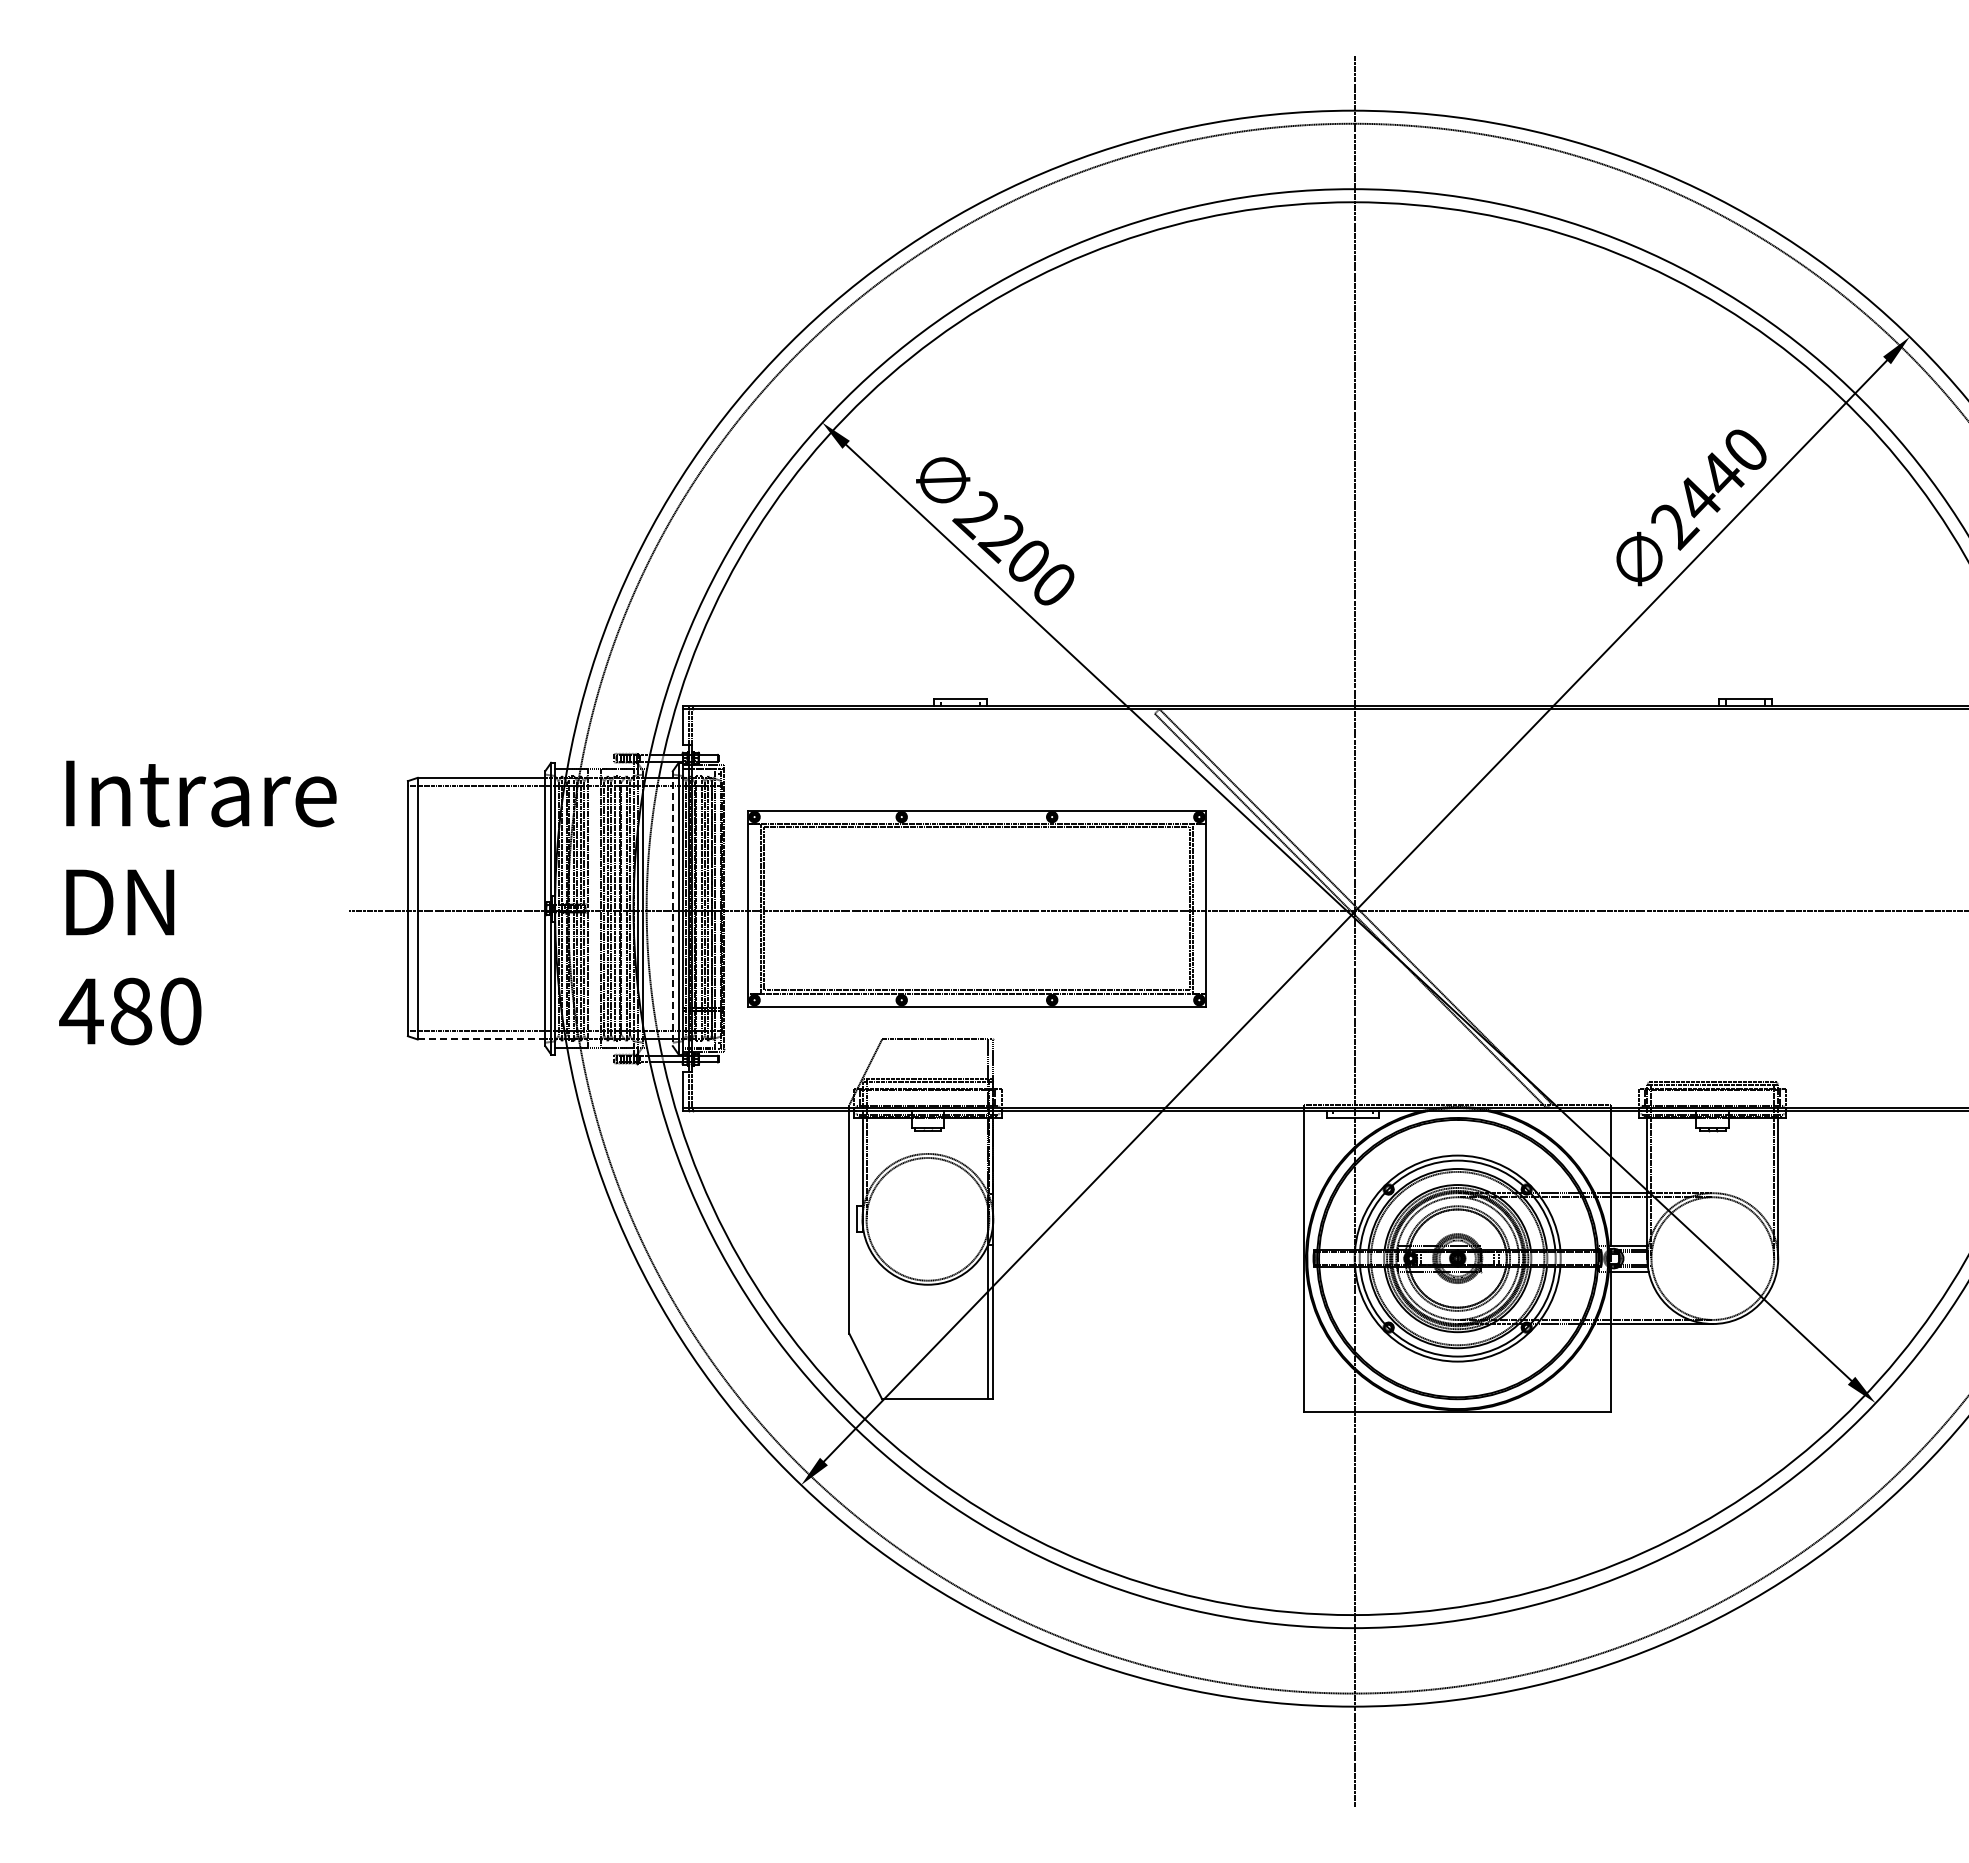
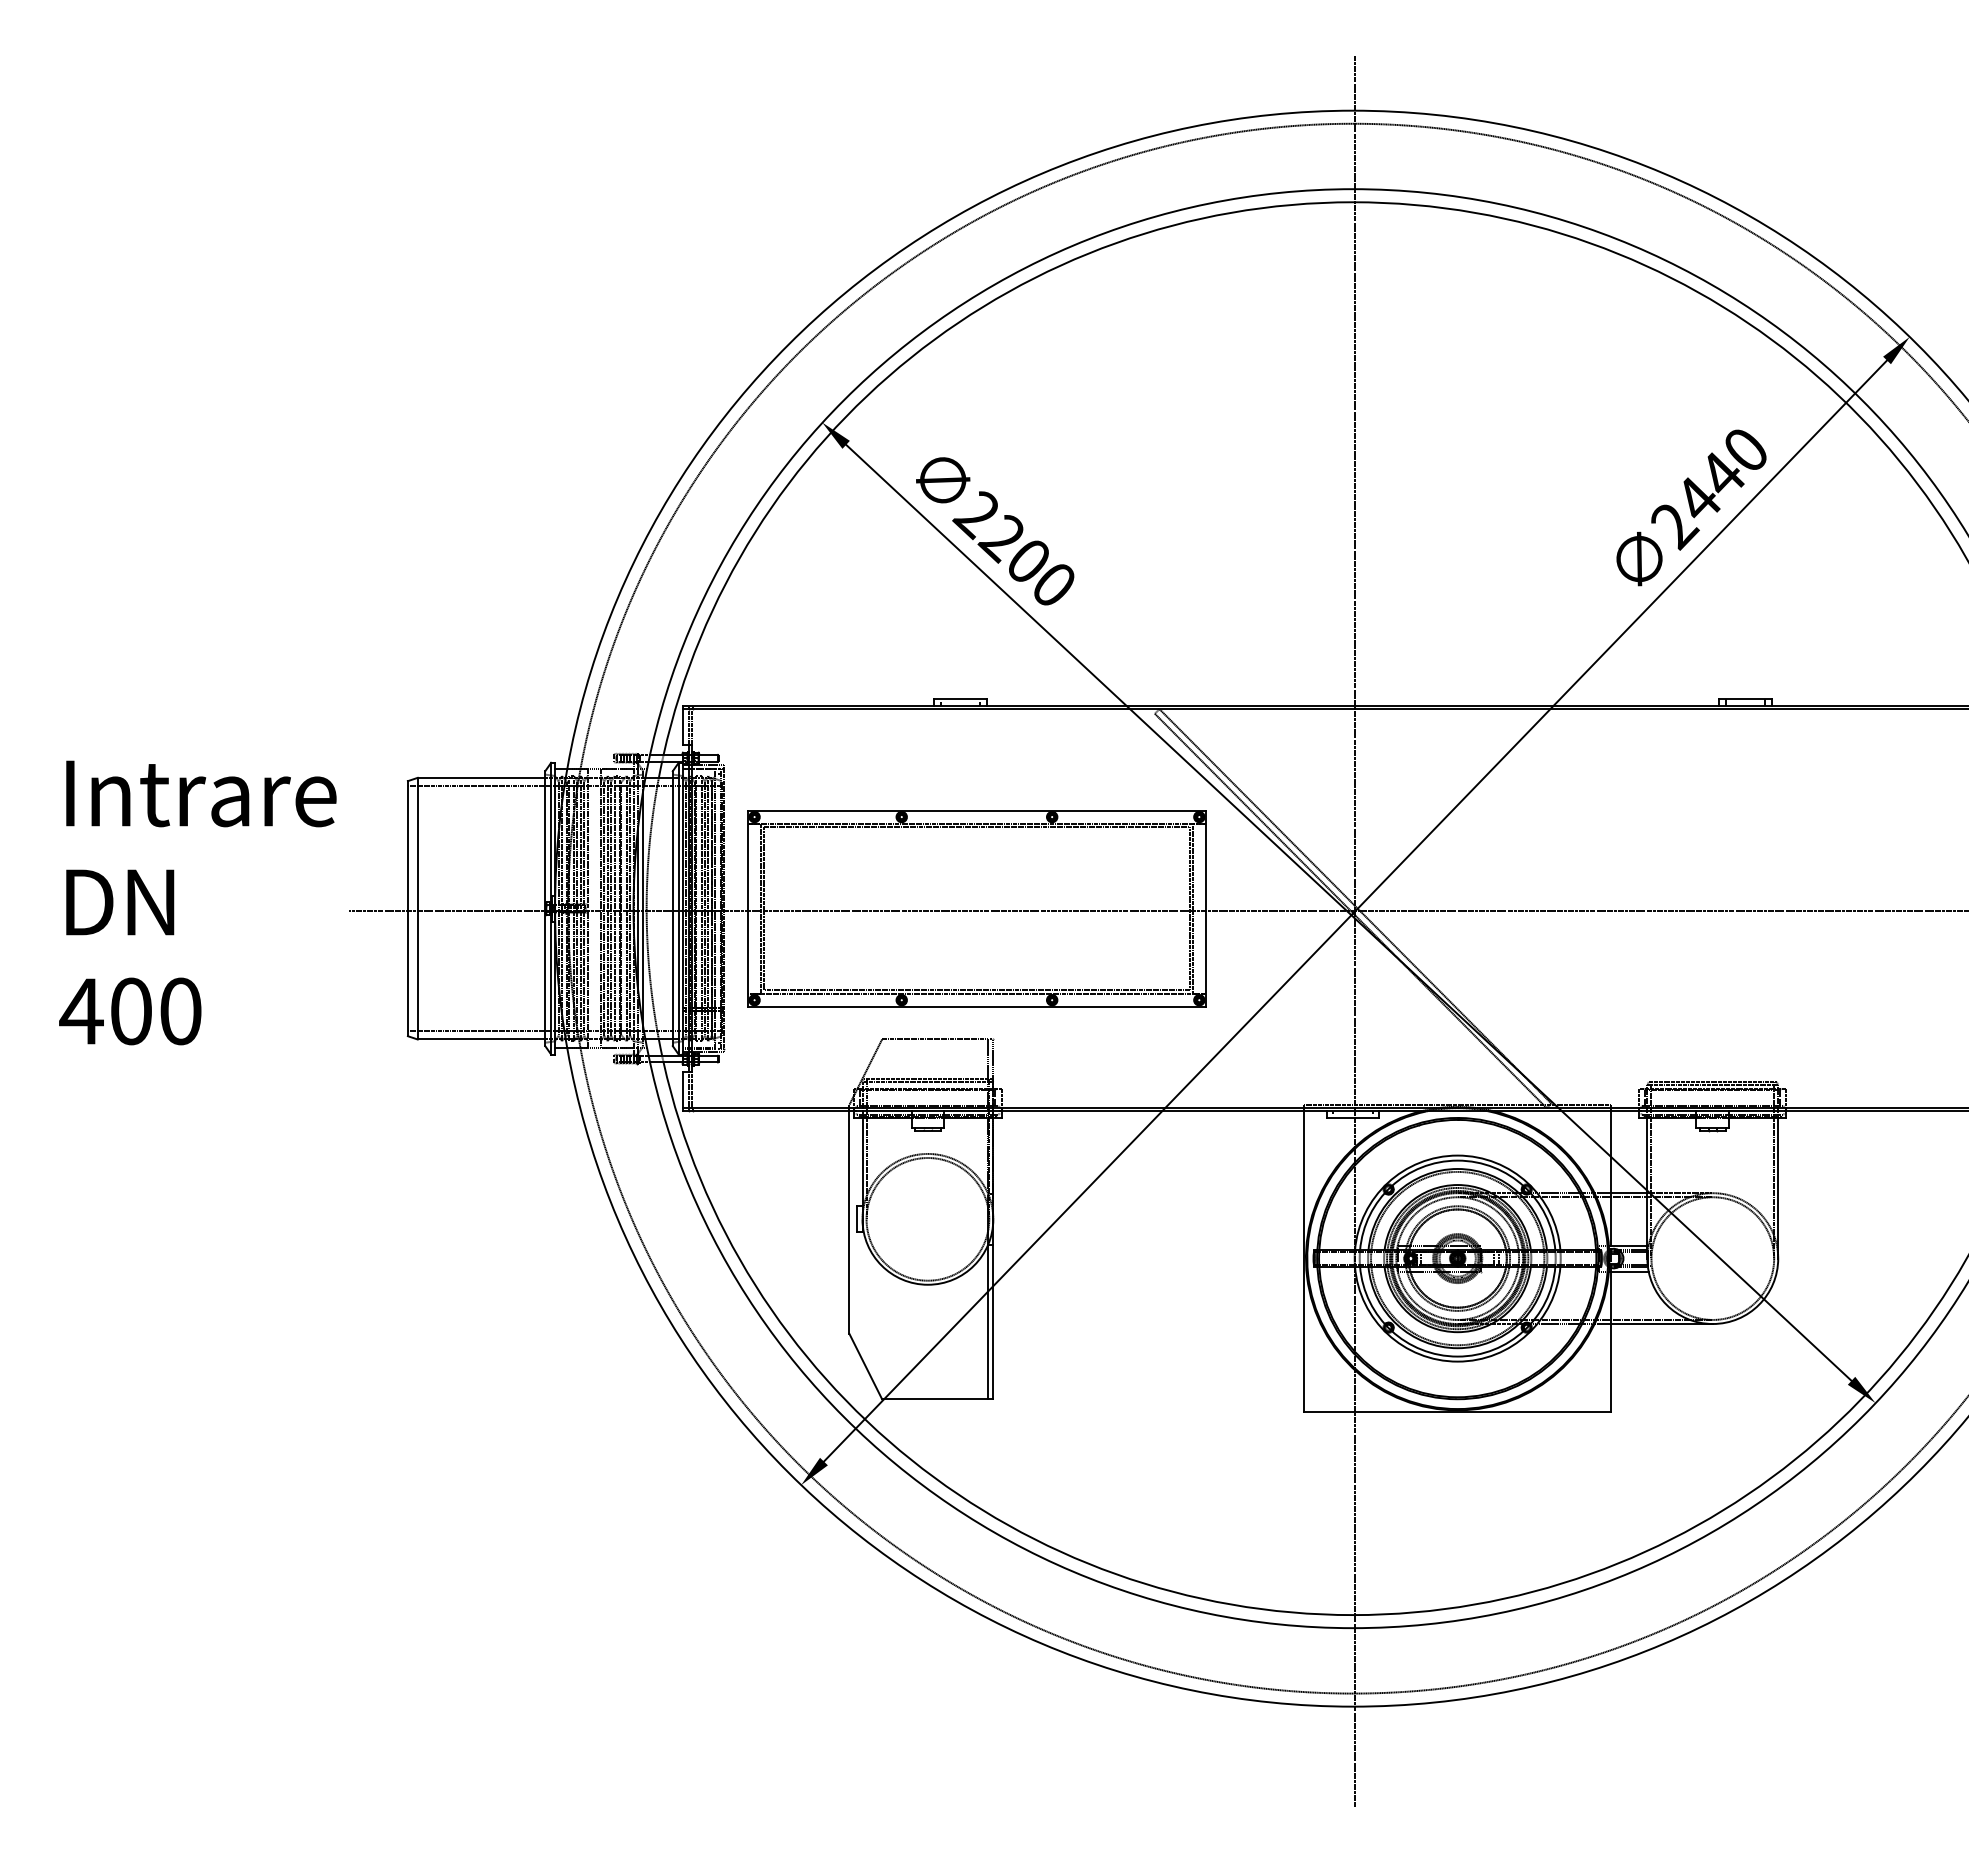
line at (672, 909): dashed -> solid
text at (131, 1011): 480 -> 400
line at (481, 1039): dashed -> solid
